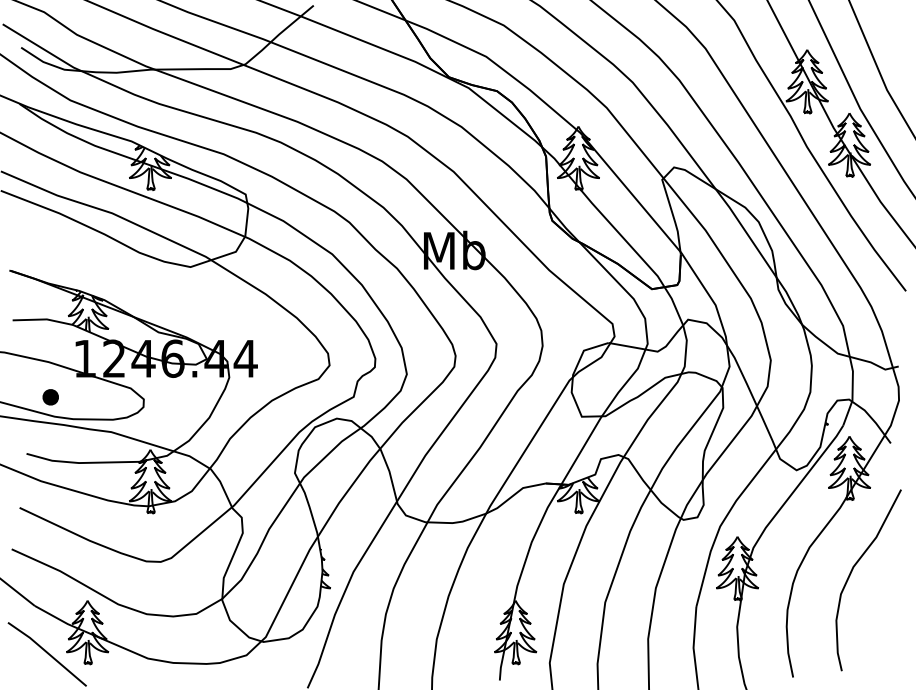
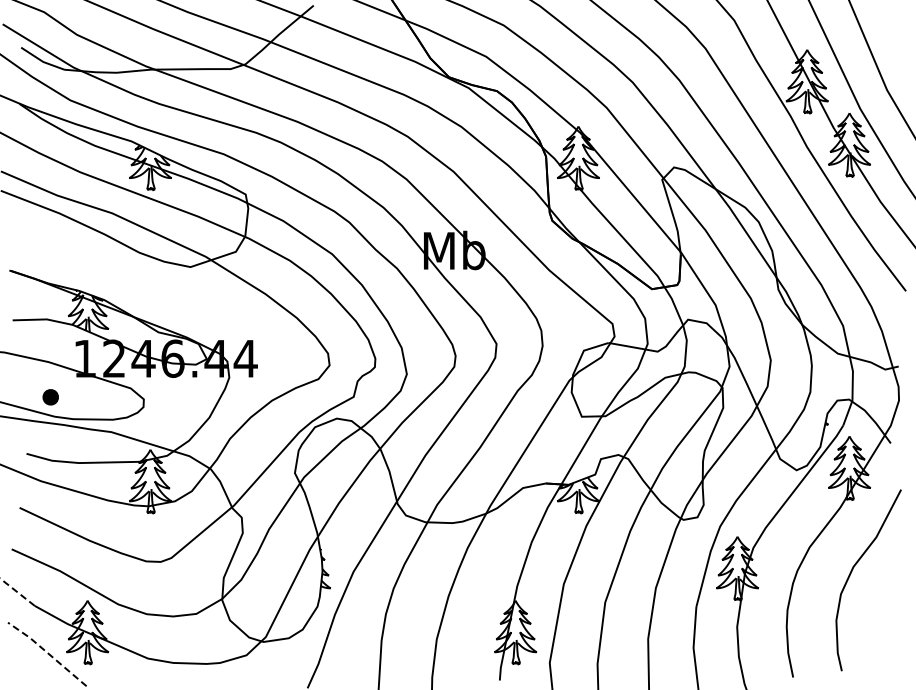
line at (17, 592): solid -> dashed
line at (47, 652): solid -> dashed
